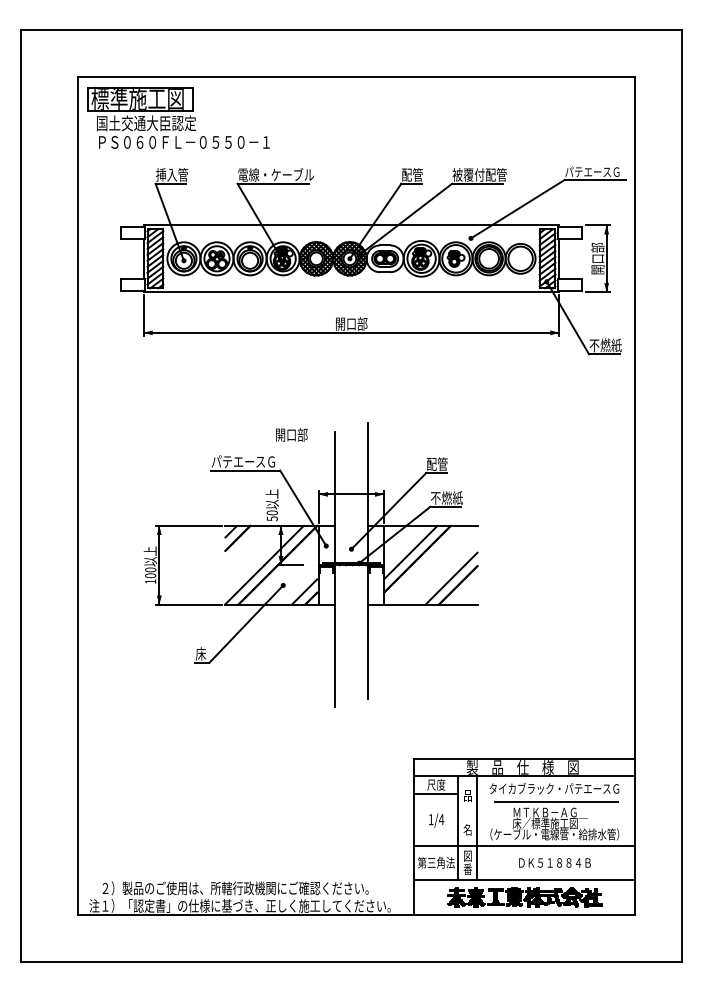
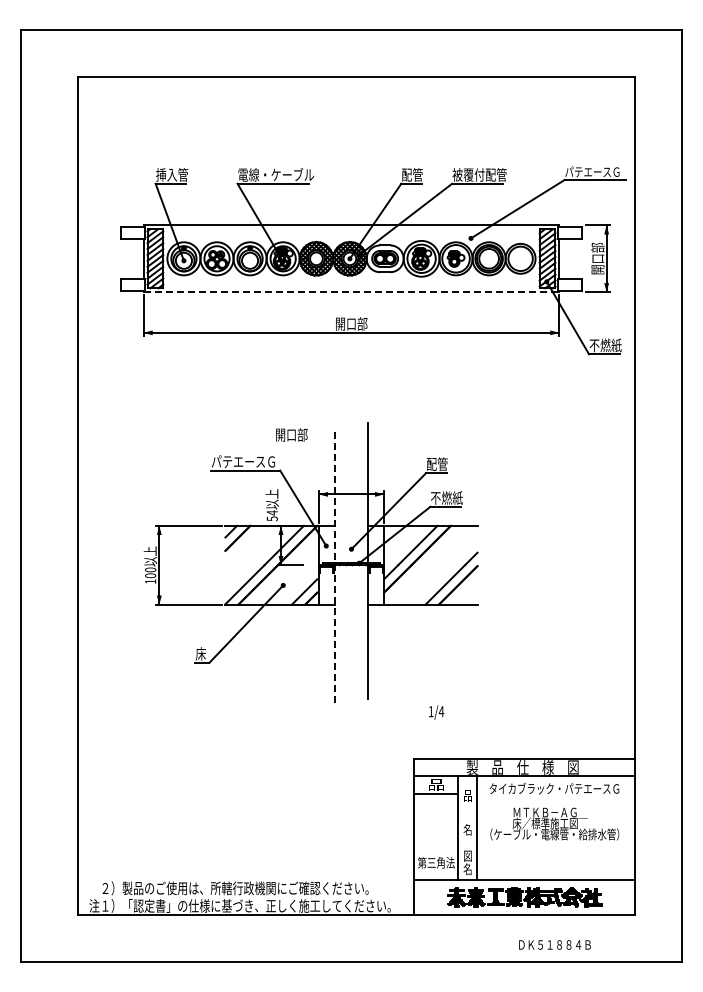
part at (178, 117): present -> none
line at (351, 292): solid -> dashed
text at (271, 512): 50 -> 54
line at (334, 569): solid -> dashed
text at (436, 784): 尺度 -> 品
line at (556, 801): present -> none
text at (436, 820) position: (436, 820) -> (436, 712)
line at (524, 845): present -> none
text at (554, 862) position: (554, 862) -> (554, 944)
text at (467, 869): 番 -> 名
